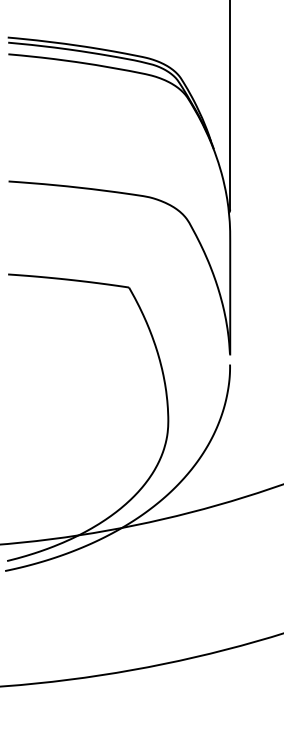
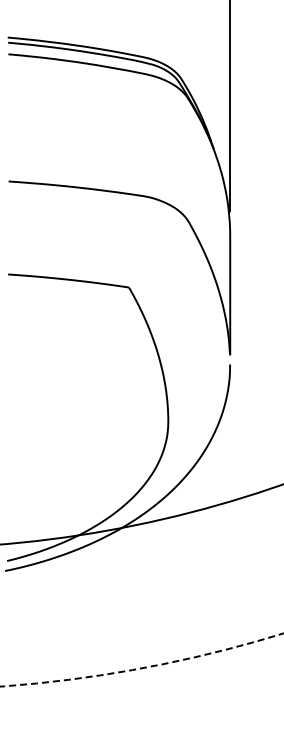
circle at (141, 659): solid -> dashed
